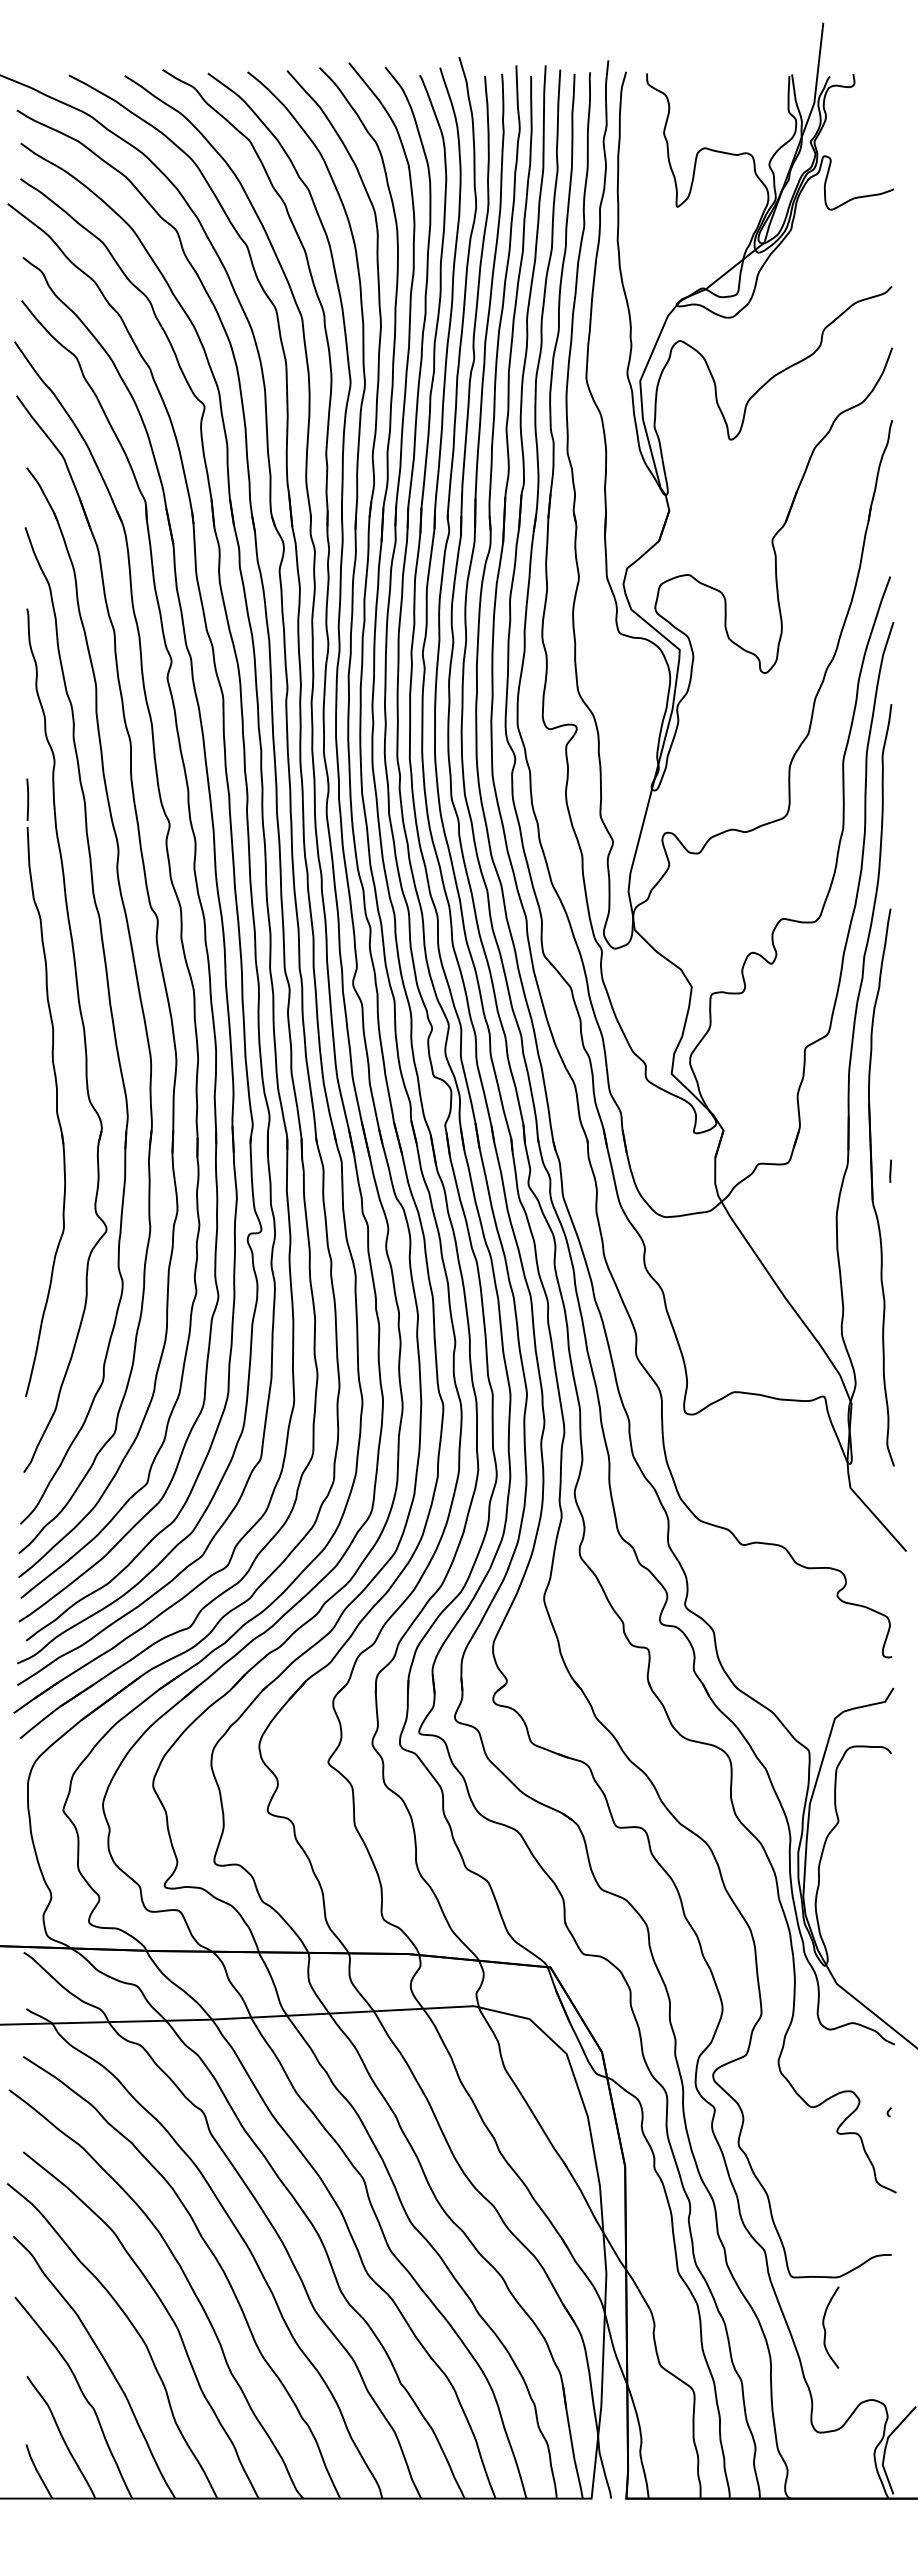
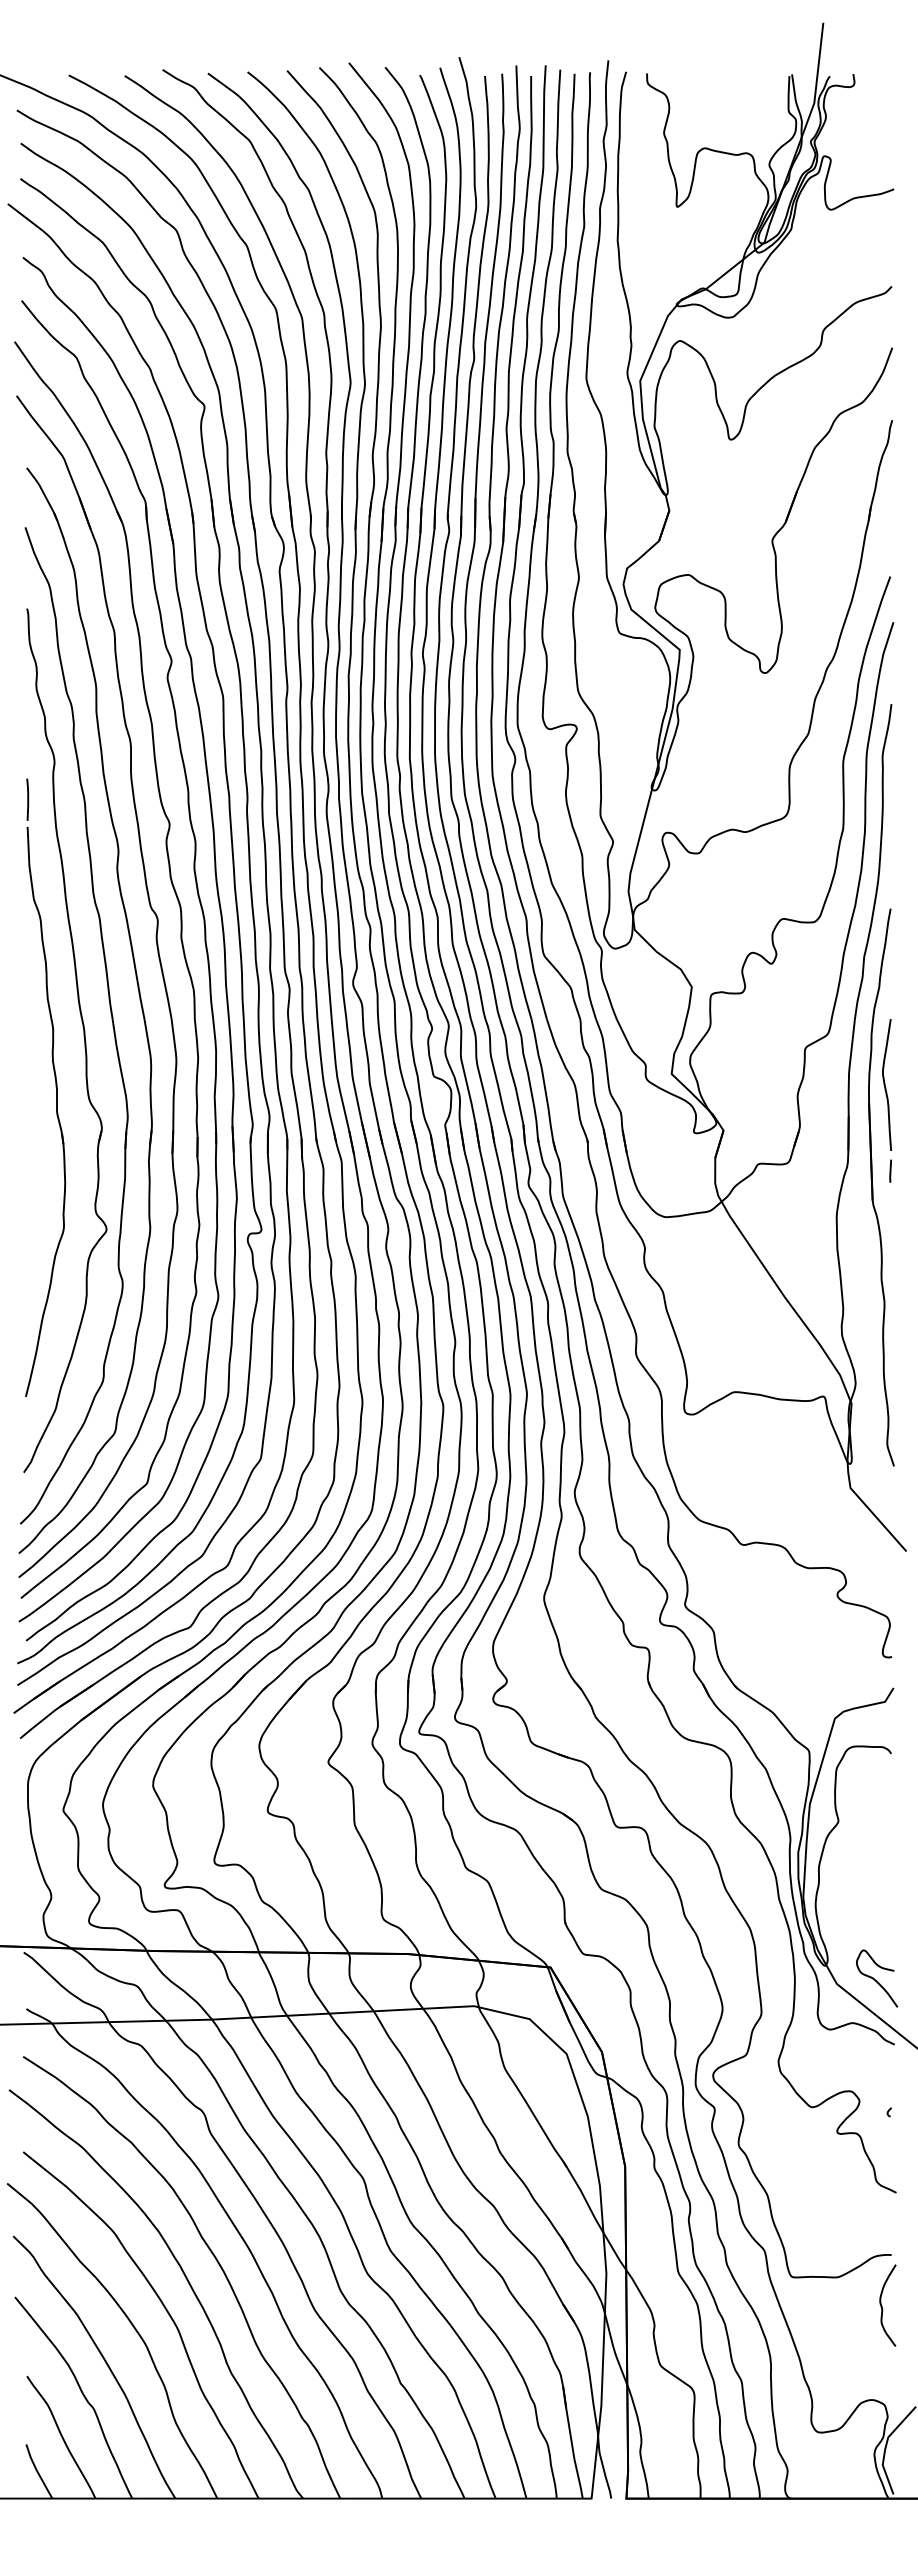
curve at (885, 1084): none -> present
curve at (877, 1980): none -> present
curve at (825, 2327) position: (825, 2327) -> (882, 2305)
